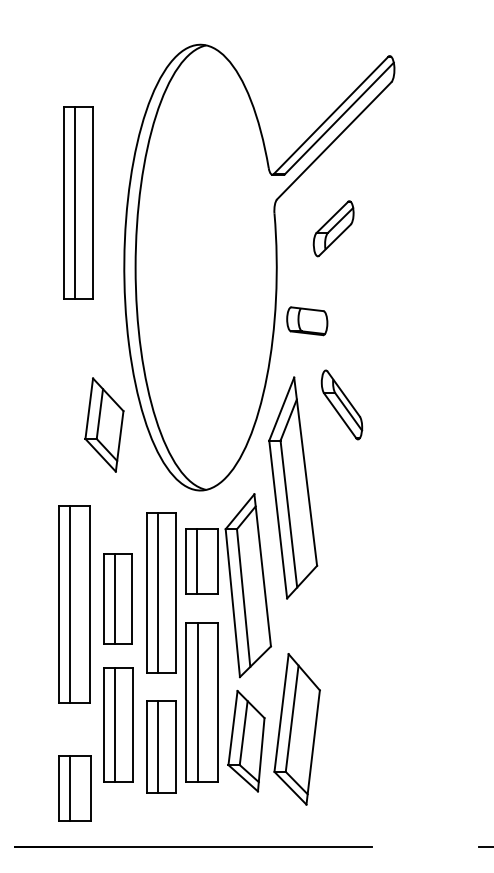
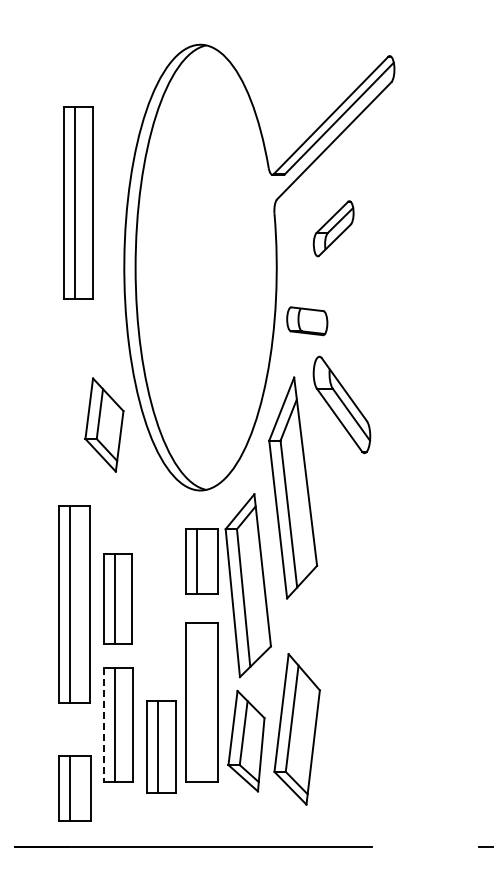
part at (341, 404) size: 44x72 px -> 60x100 px
part at (161, 592): present -> none
line at (197, 702): present -> none
line at (103, 725): solid -> dashed
